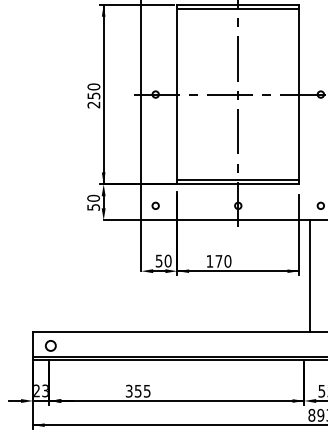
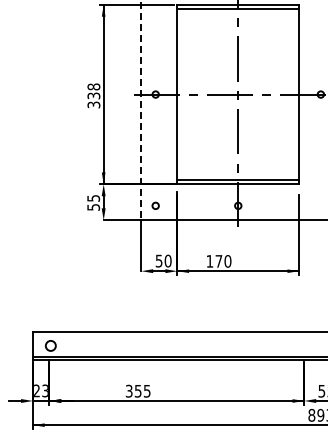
text at (93, 95): 250 -> 338
line at (141, 110): solid -> dashed
text at (93, 197): 50 -> 55
circle at (320, 205): present -> none
line at (310, 275): present -> none
